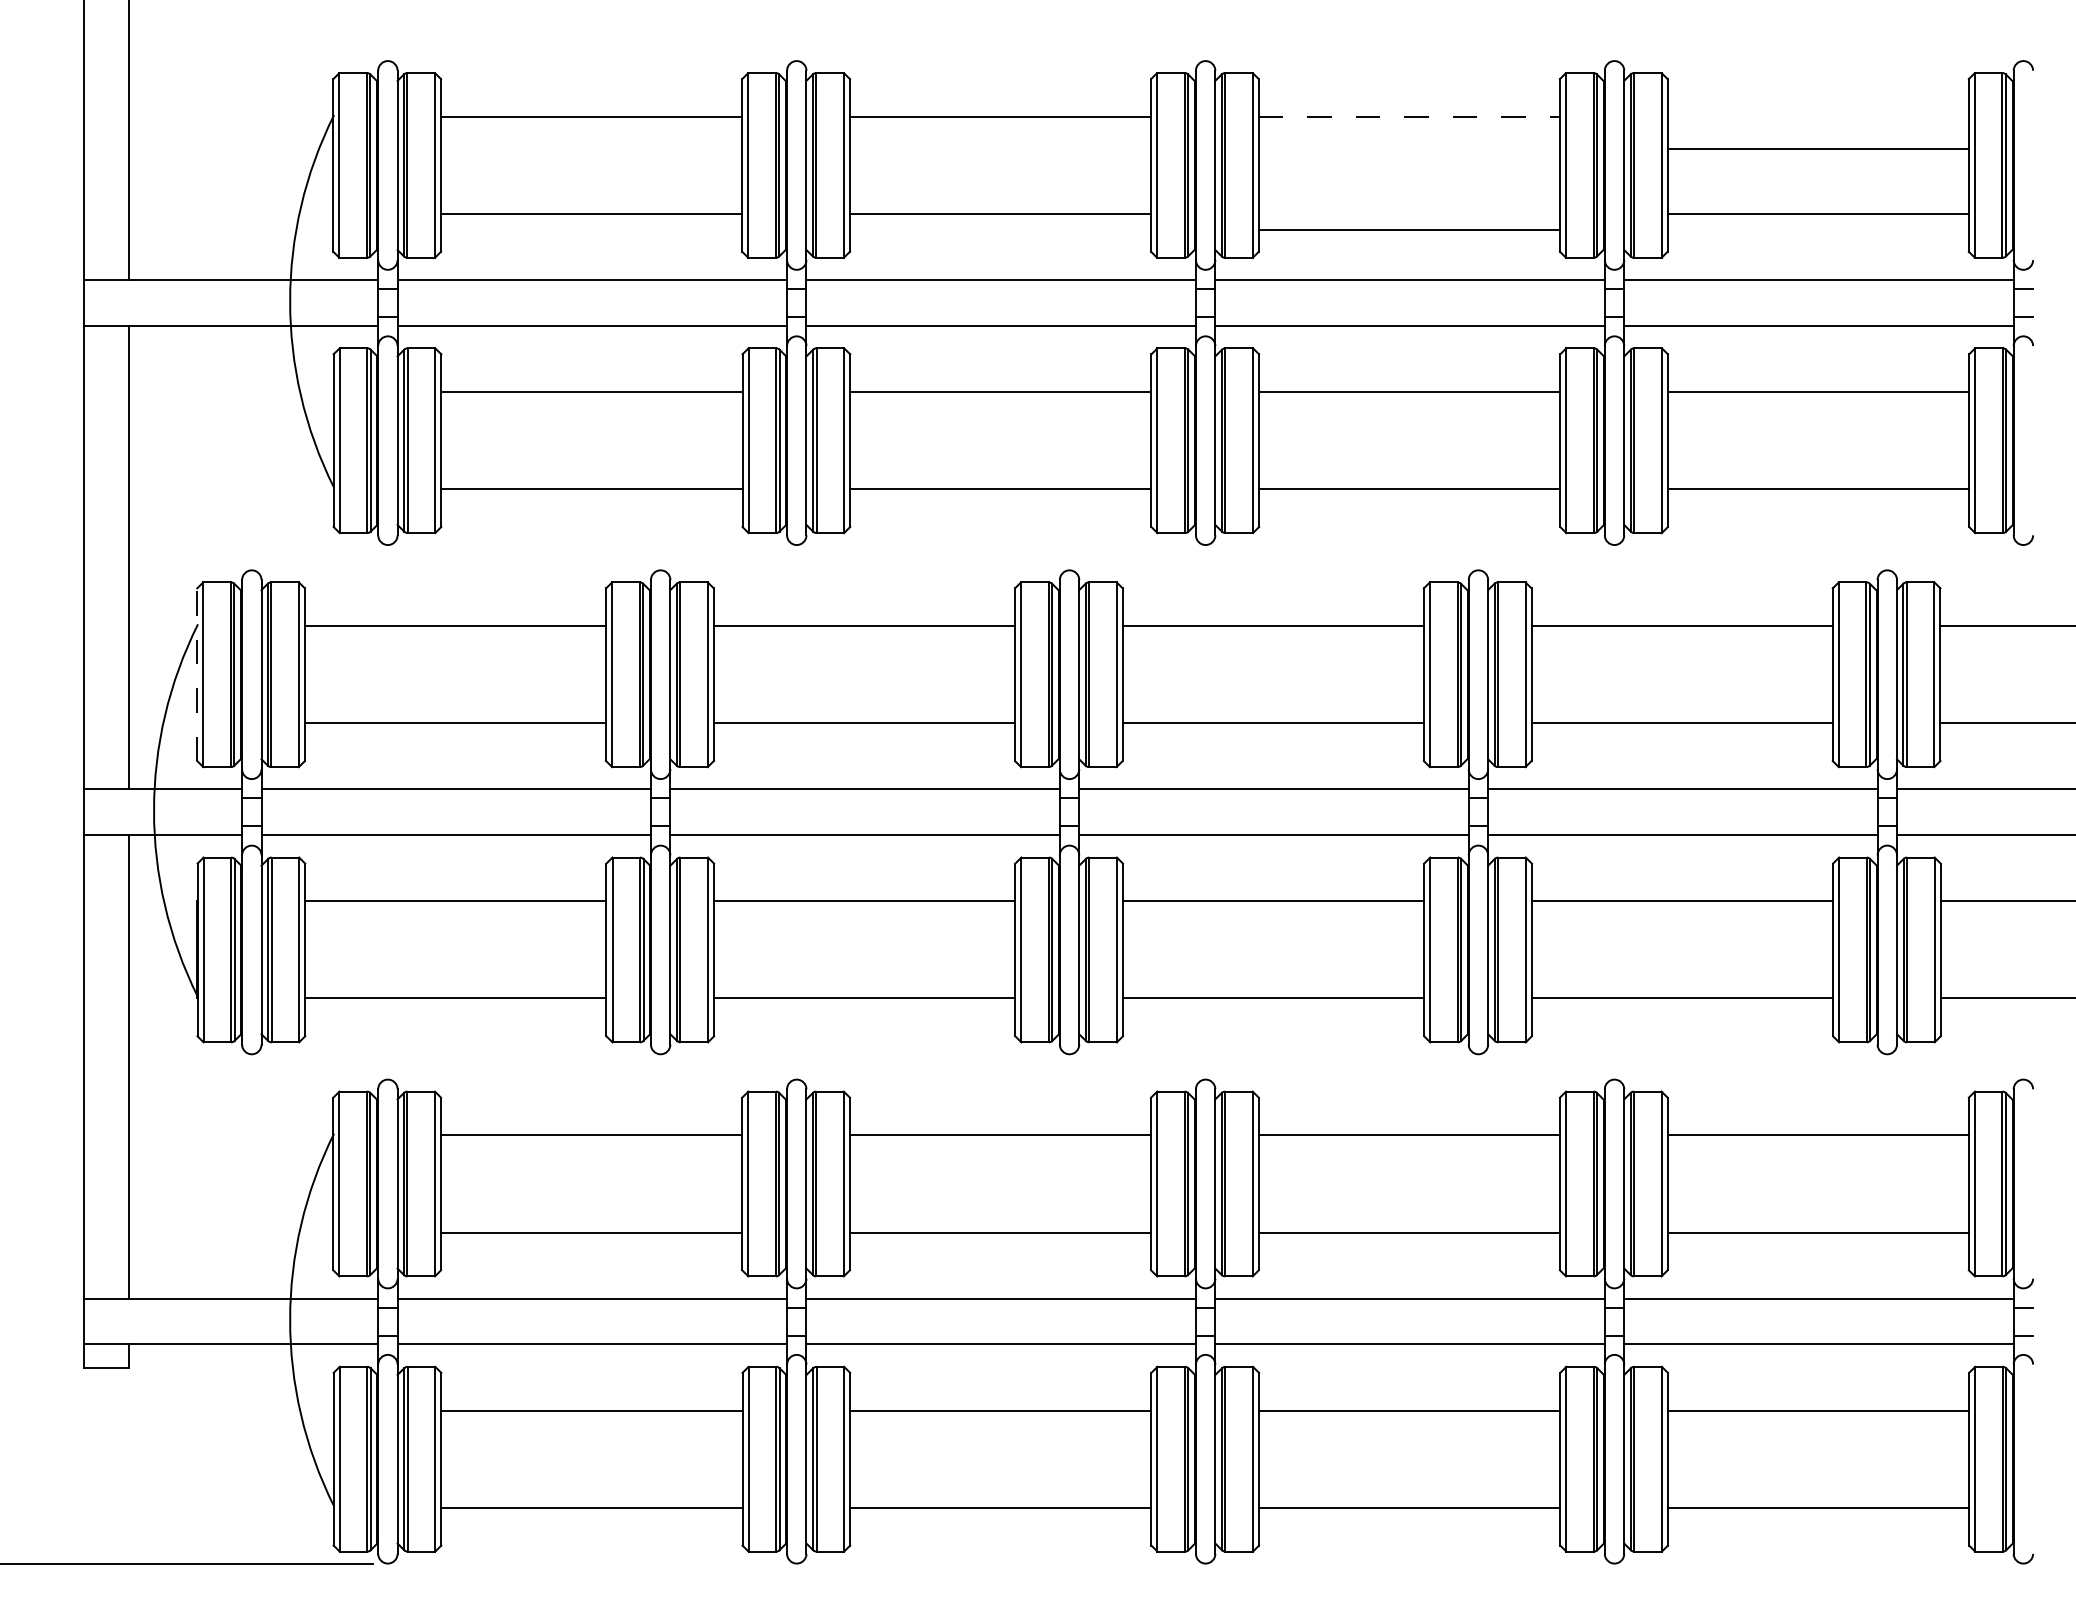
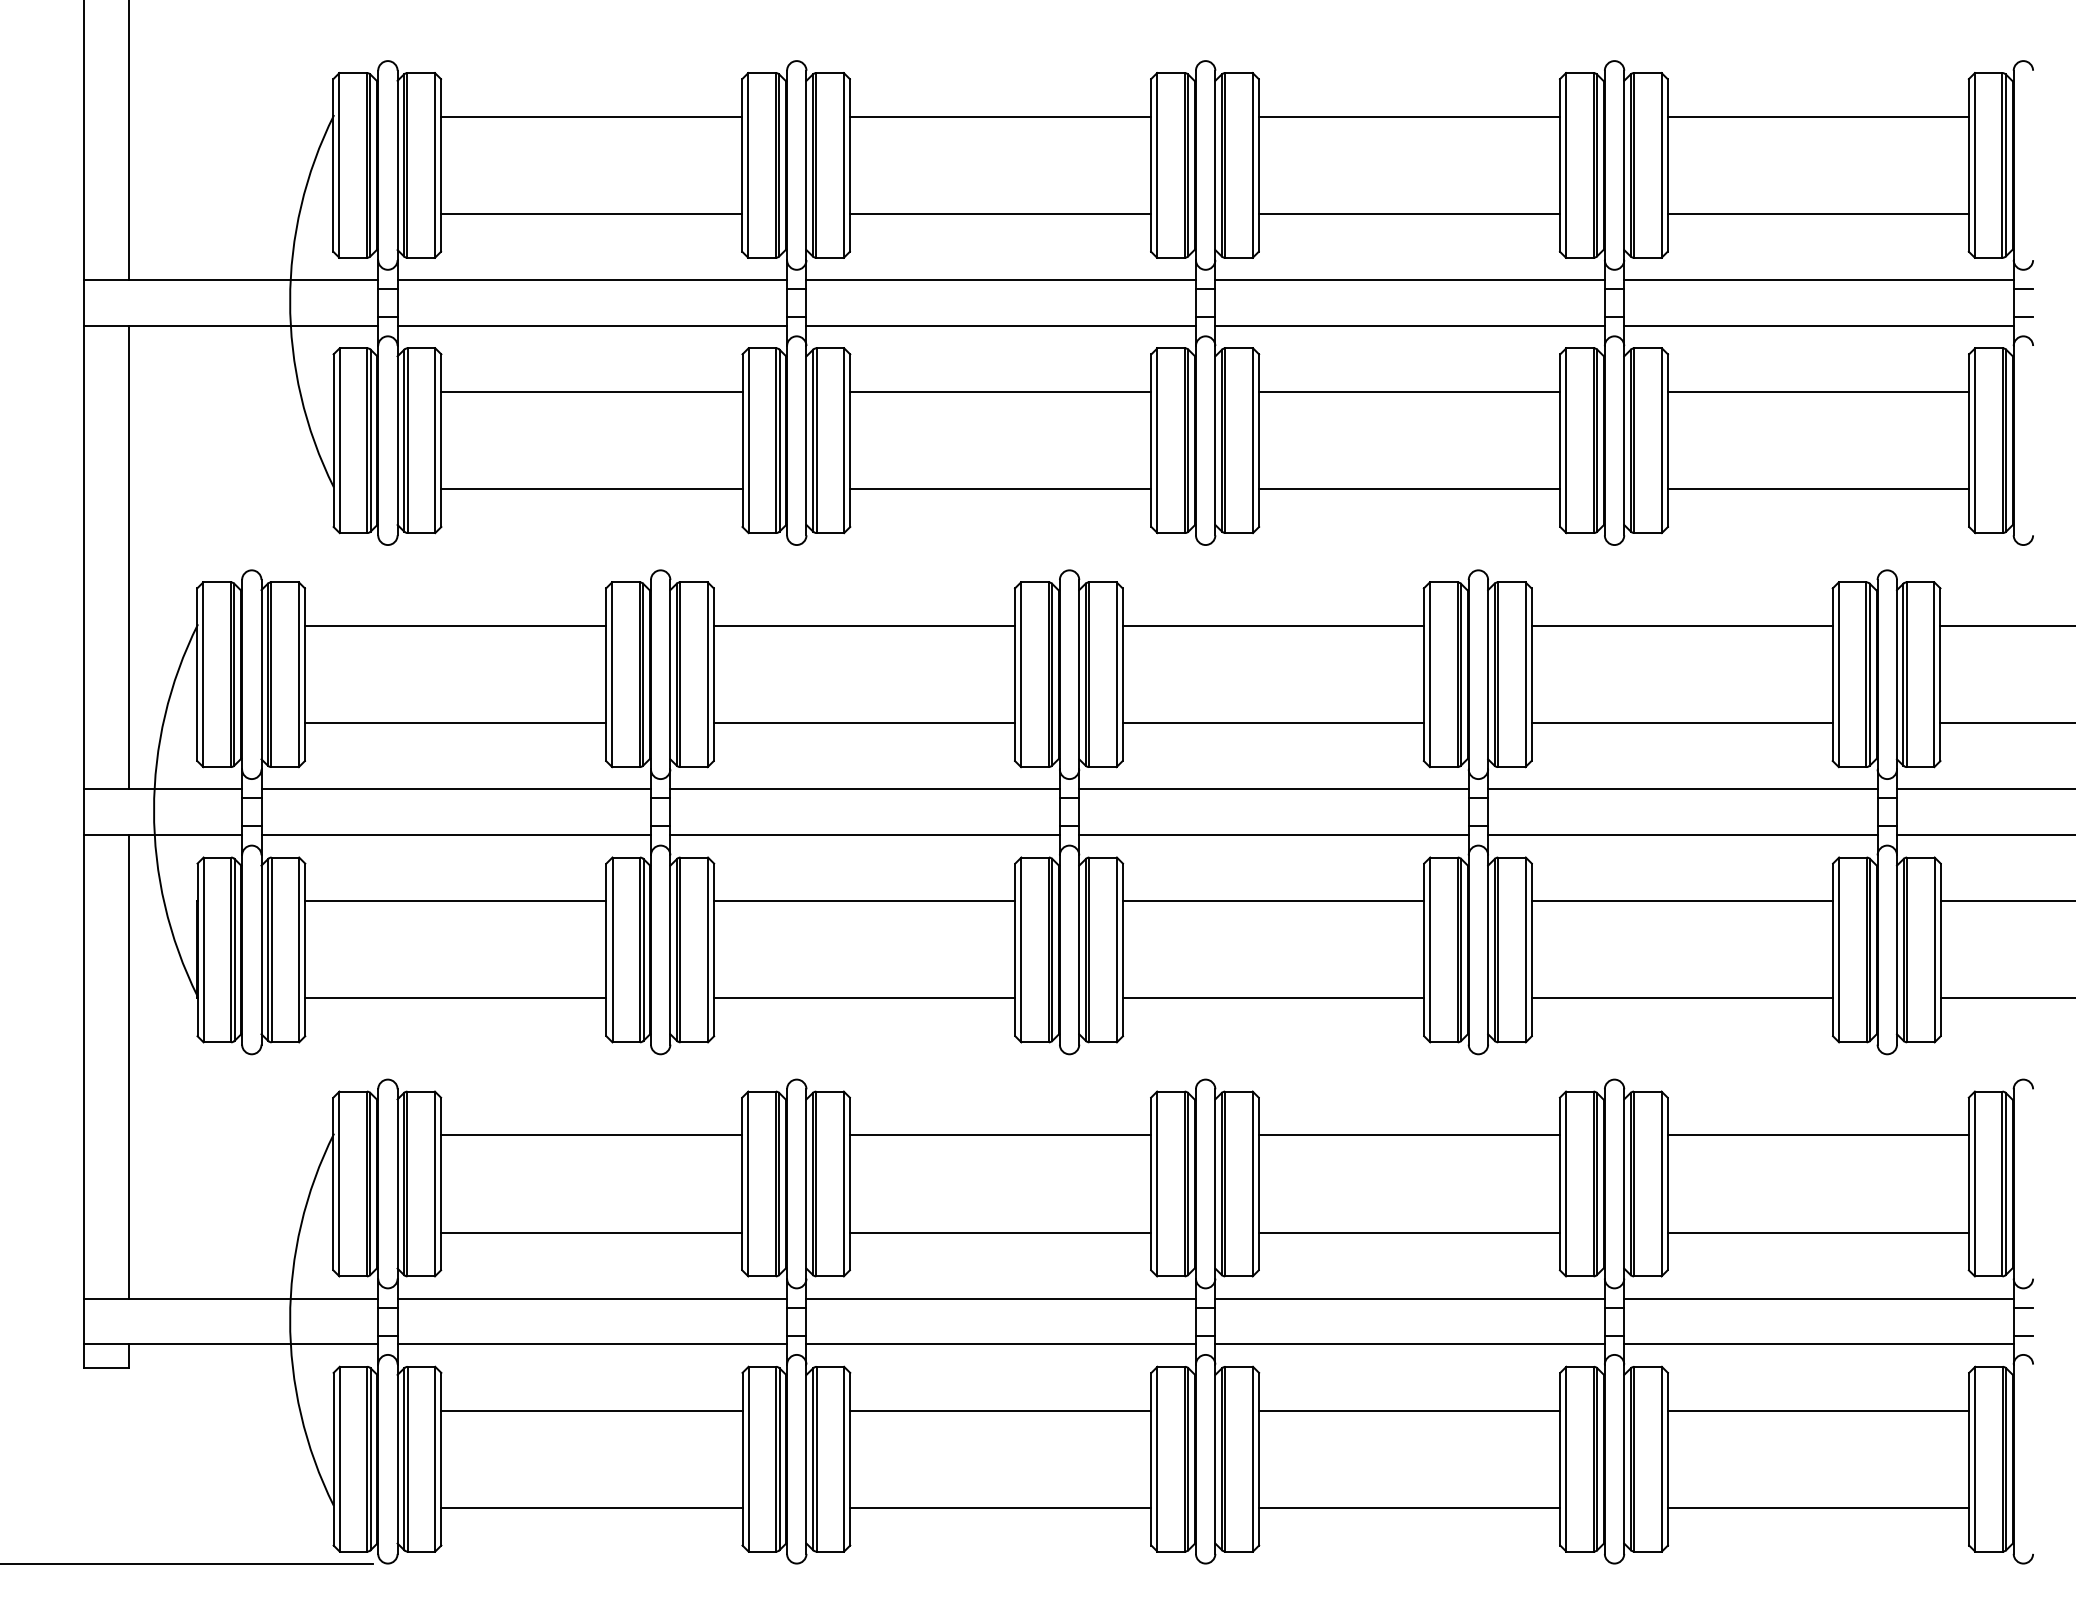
line at (1409, 116): dashed -> solid
line at (1817, 148) position: (1817, 148) -> (1817, 116)
line at (1408, 229) position: (1408, 229) -> (1408, 213)
line at (197, 674): dashed -> solid
